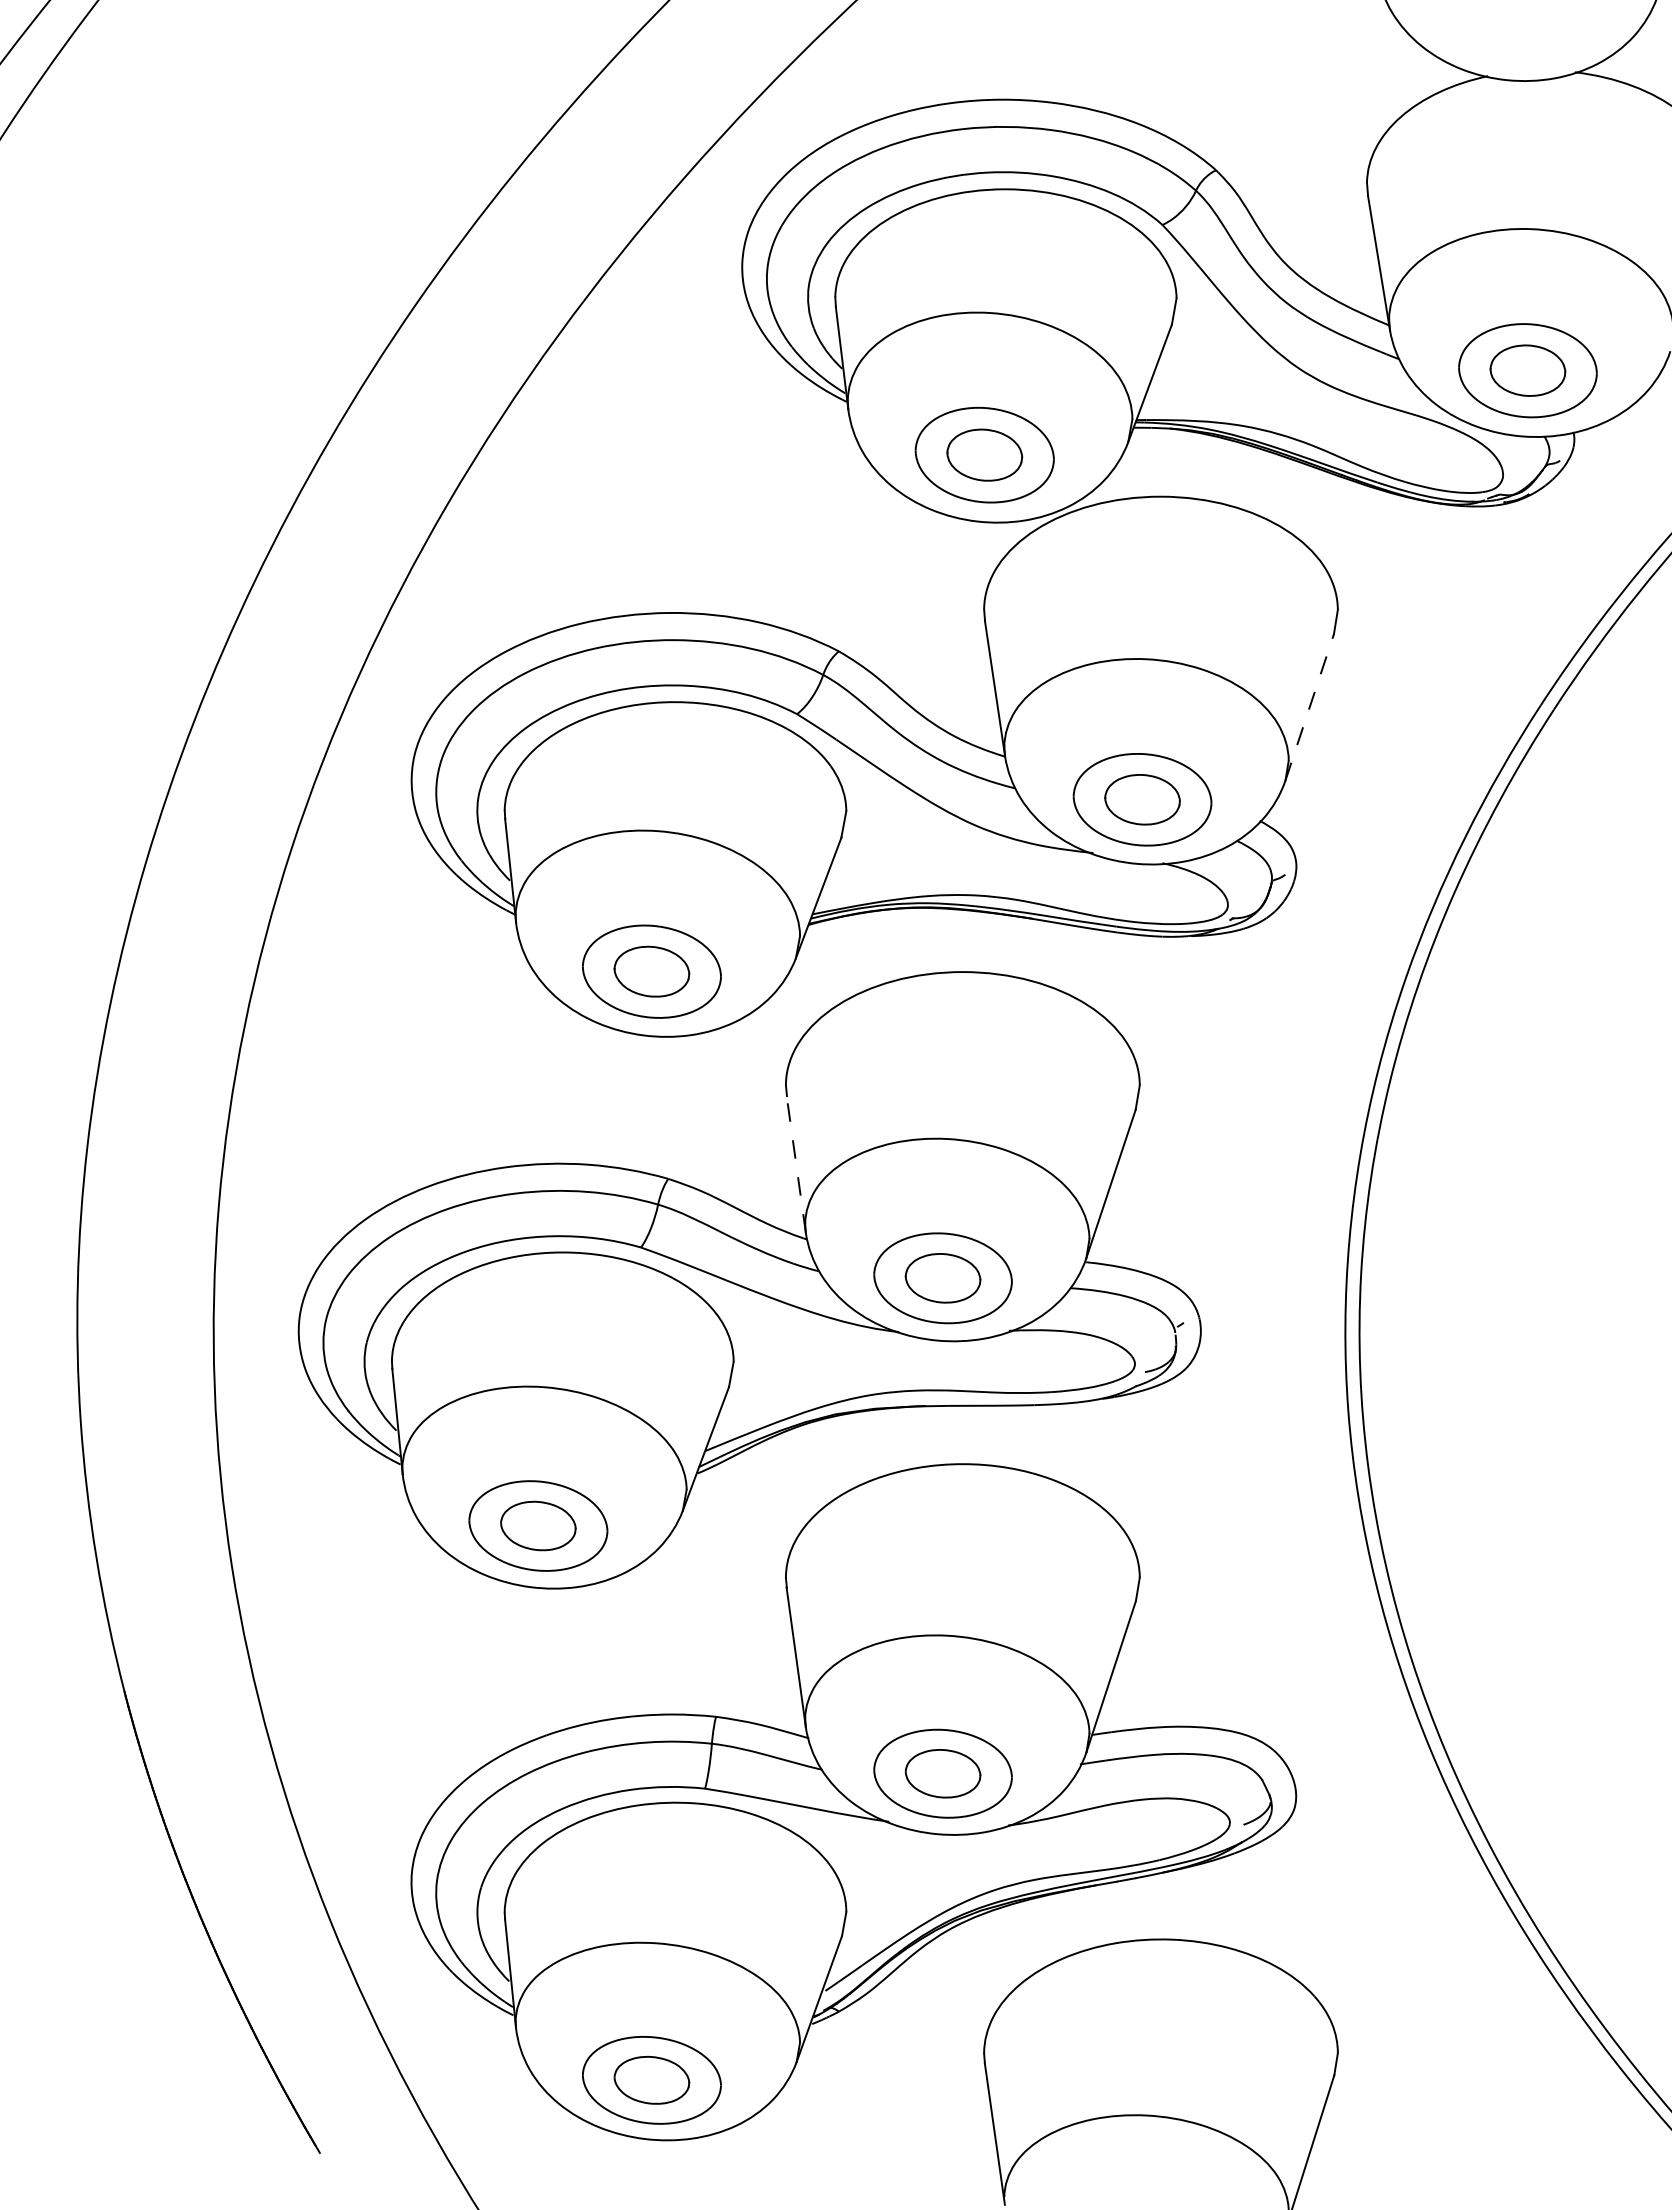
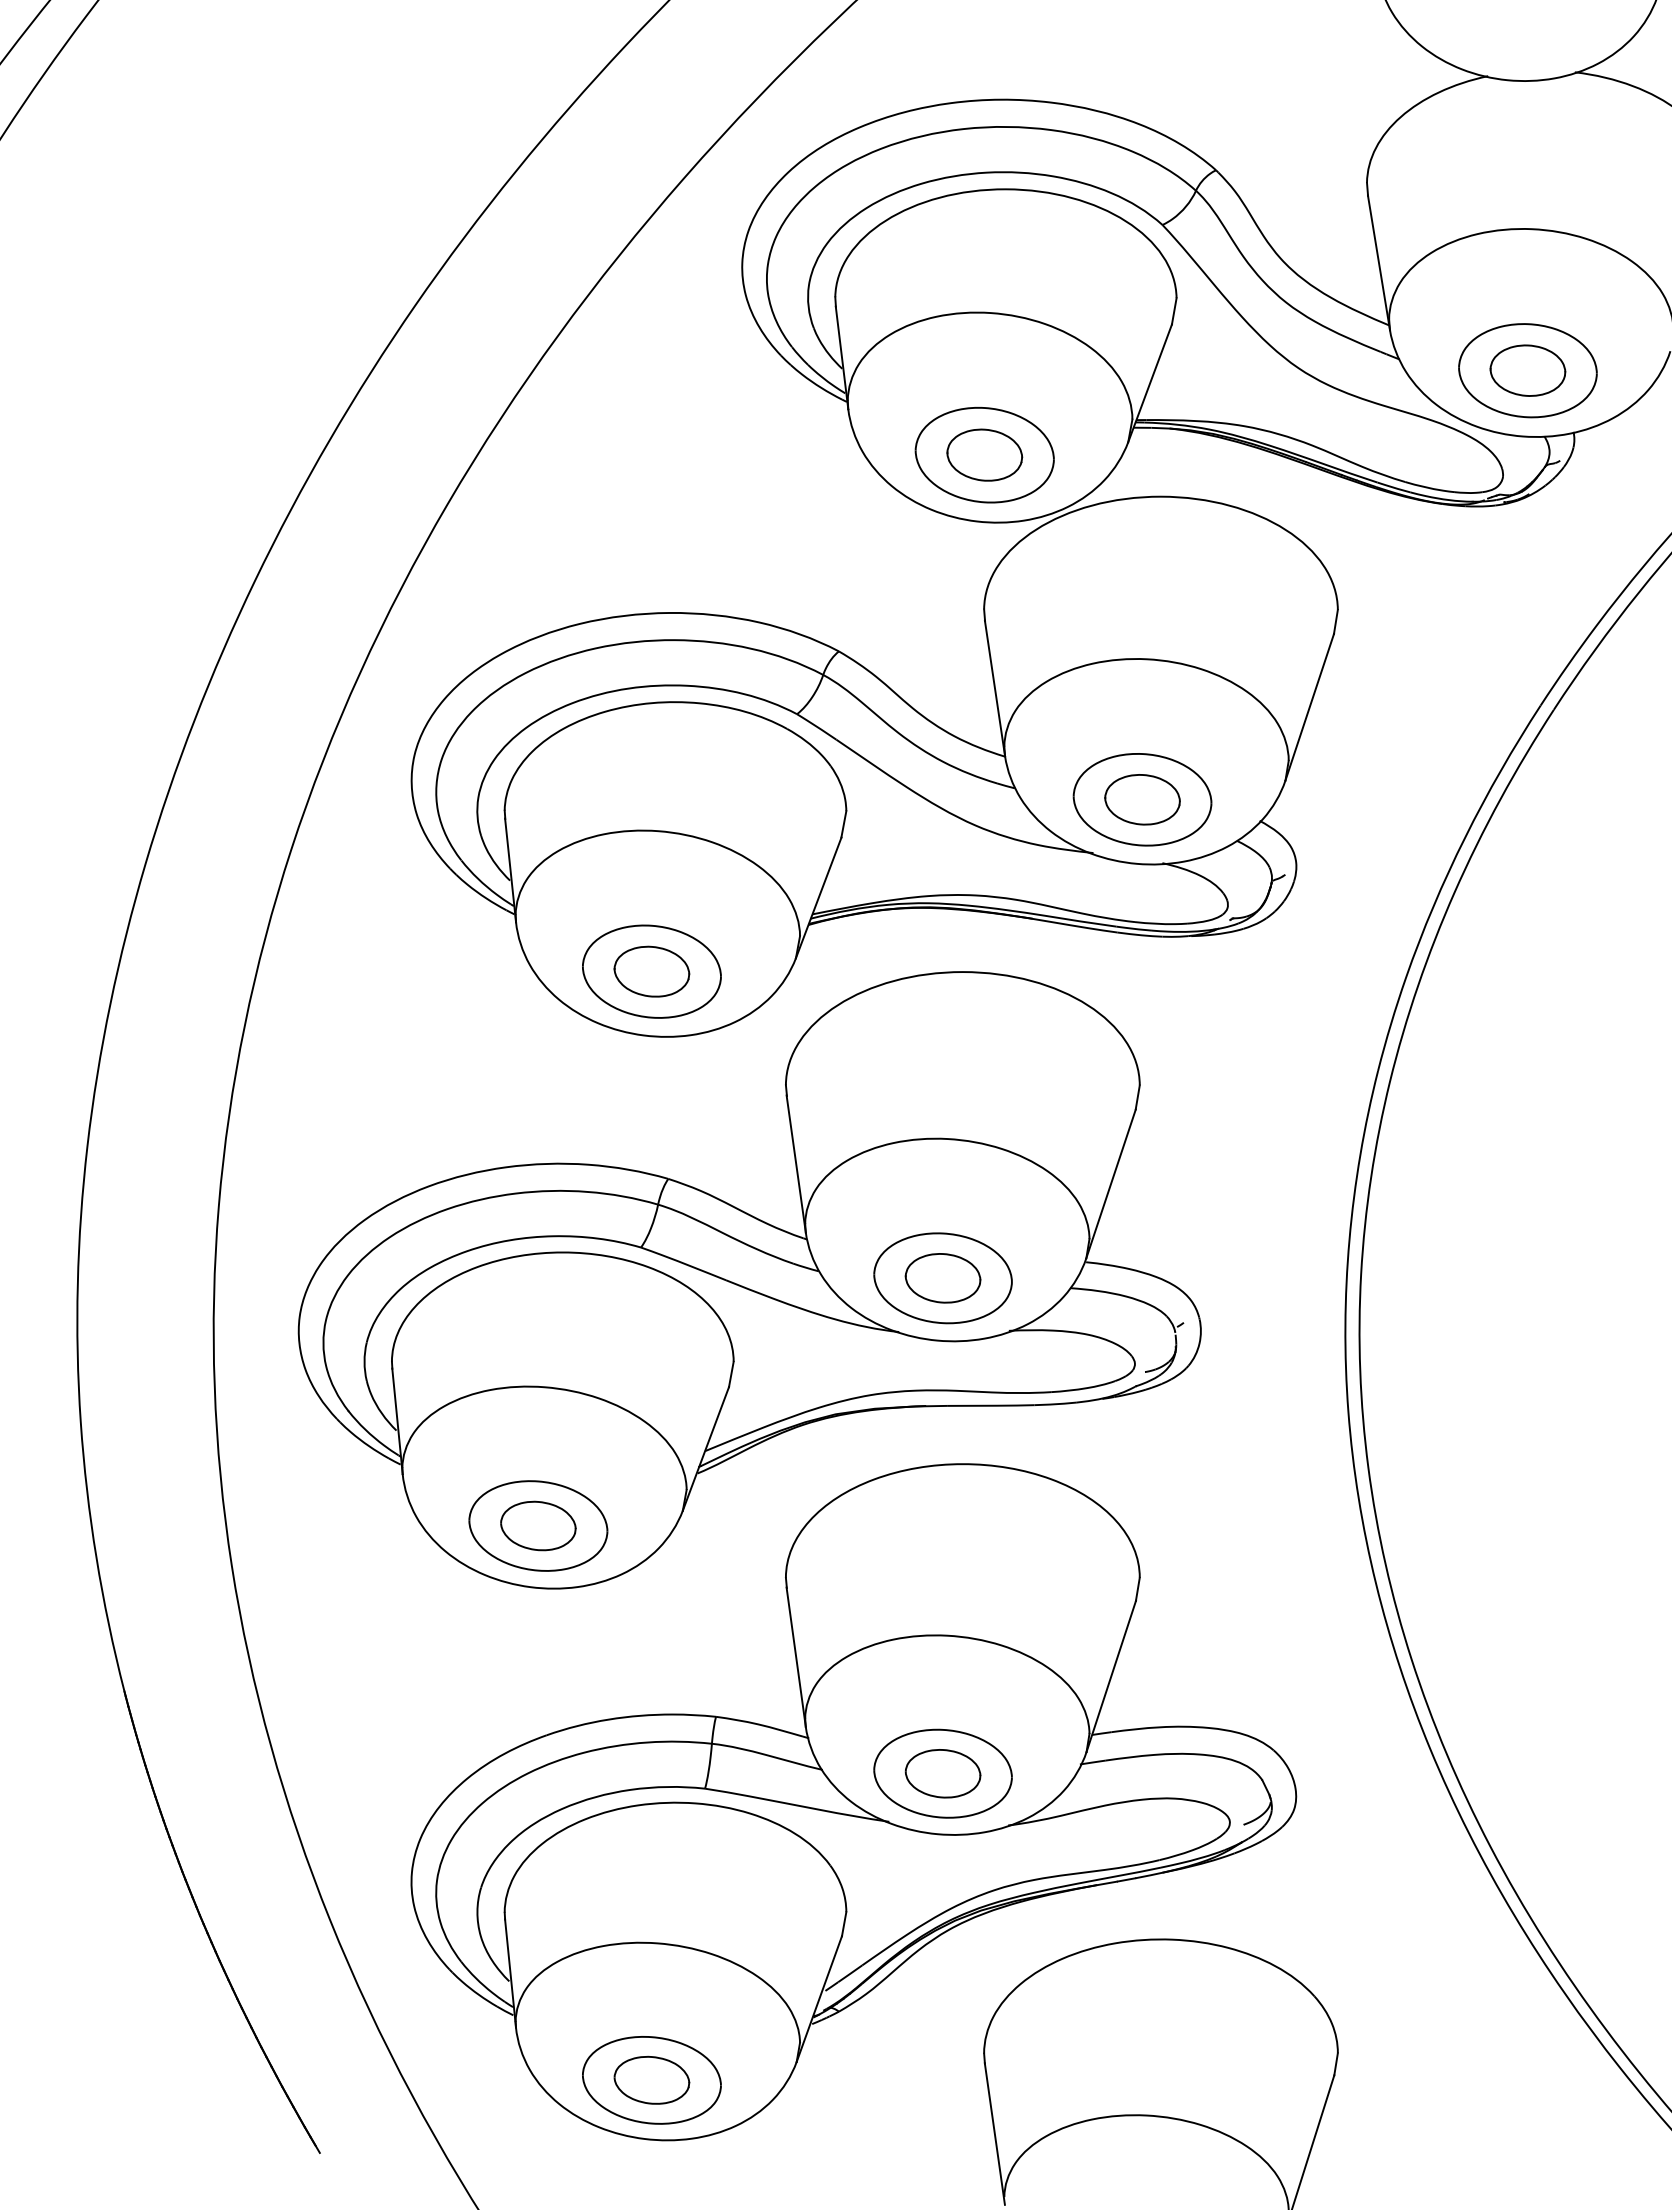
line at (1309, 706): dashed -> solid
line at (796, 1163): dashed -> solid
